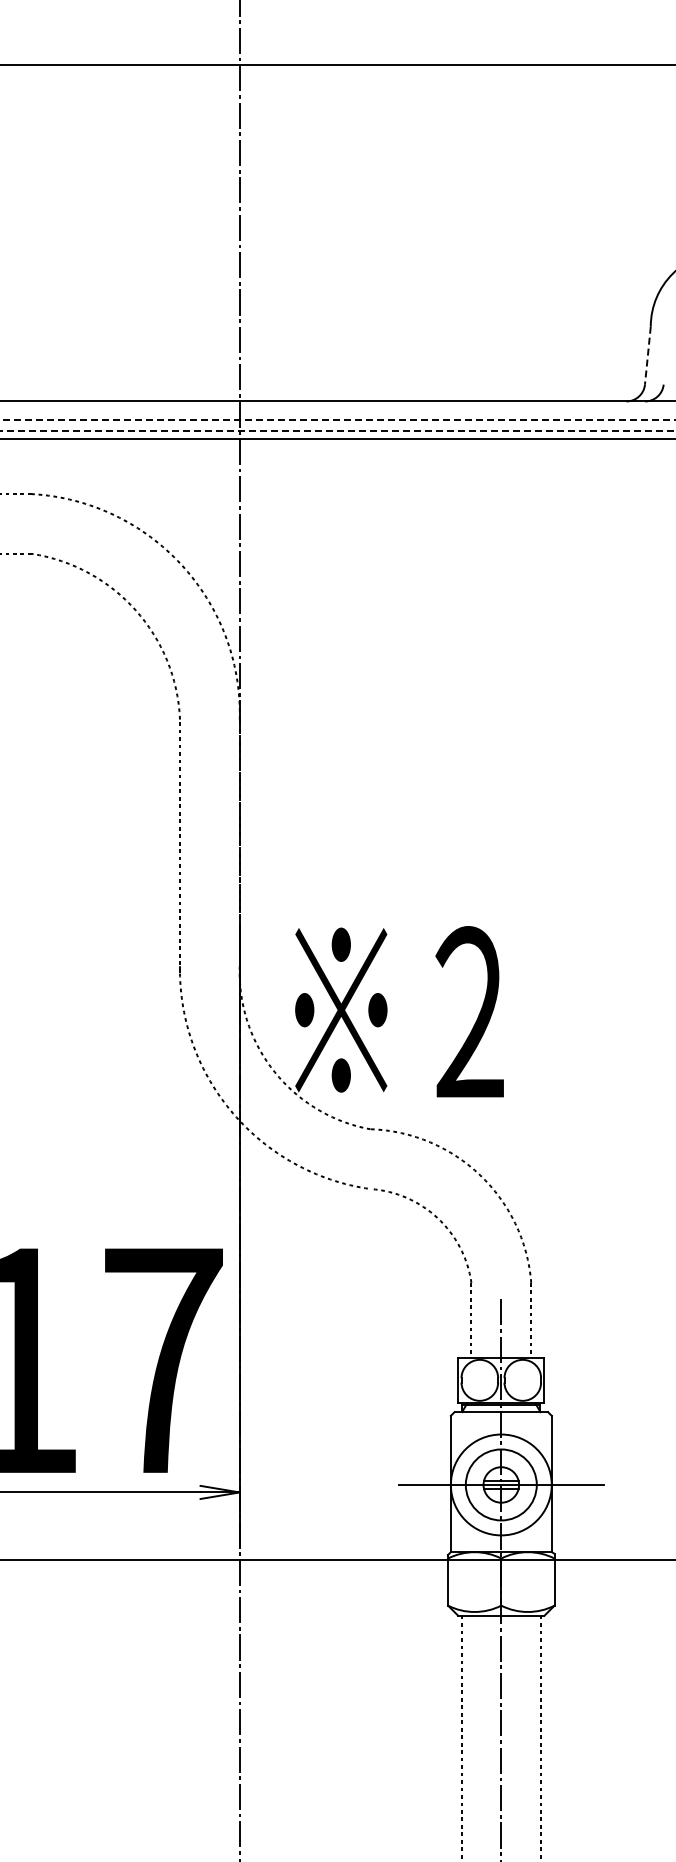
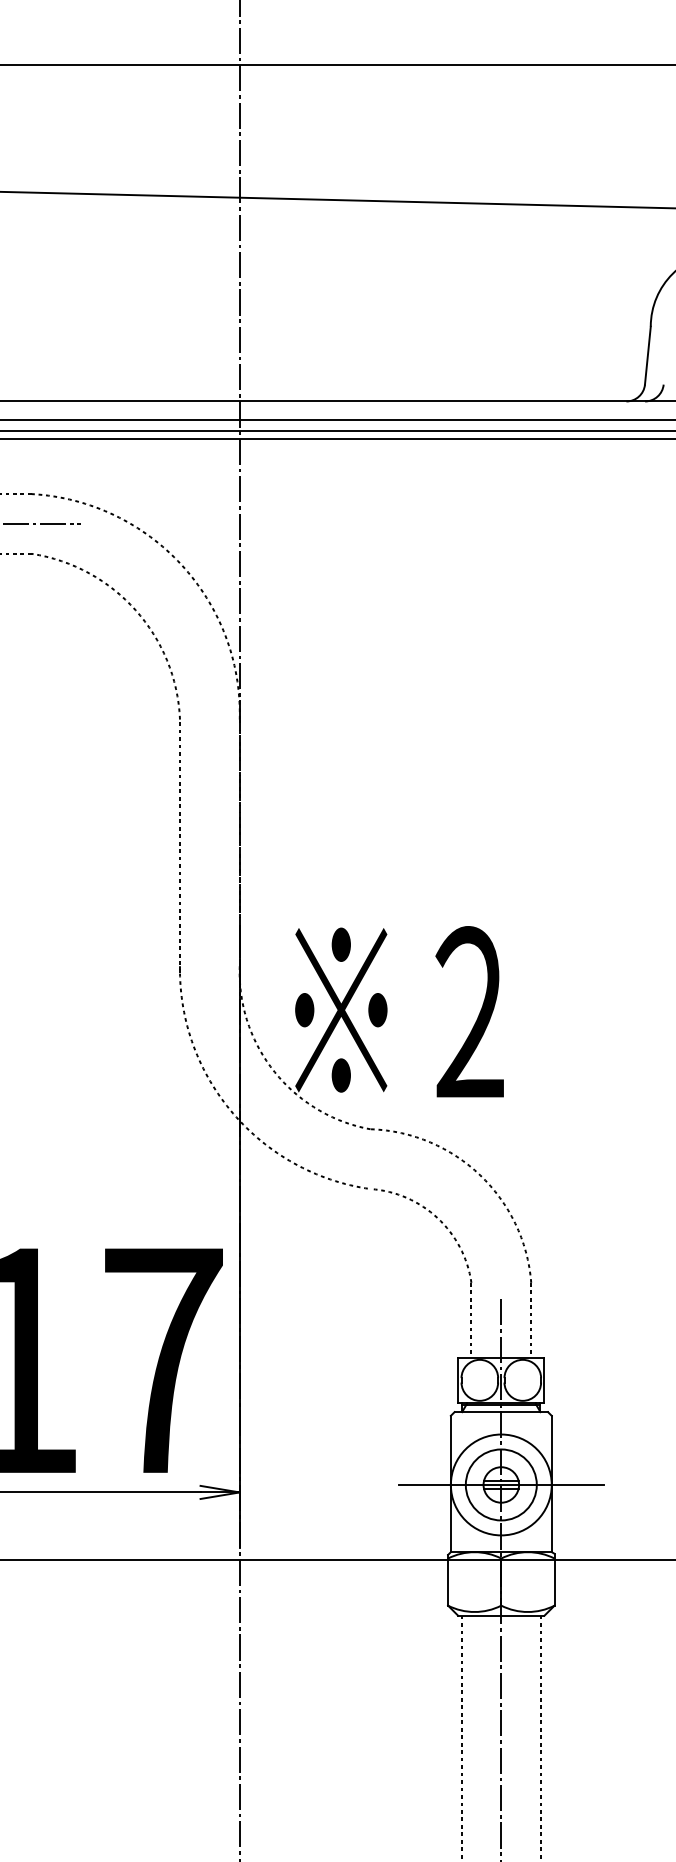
line at (337, 199): none -> present
line at (647, 356): dashed -> solid
line at (338, 420): dashed -> solid
line at (337, 430): dashed -> solid
line at (41, 523): none -> present
